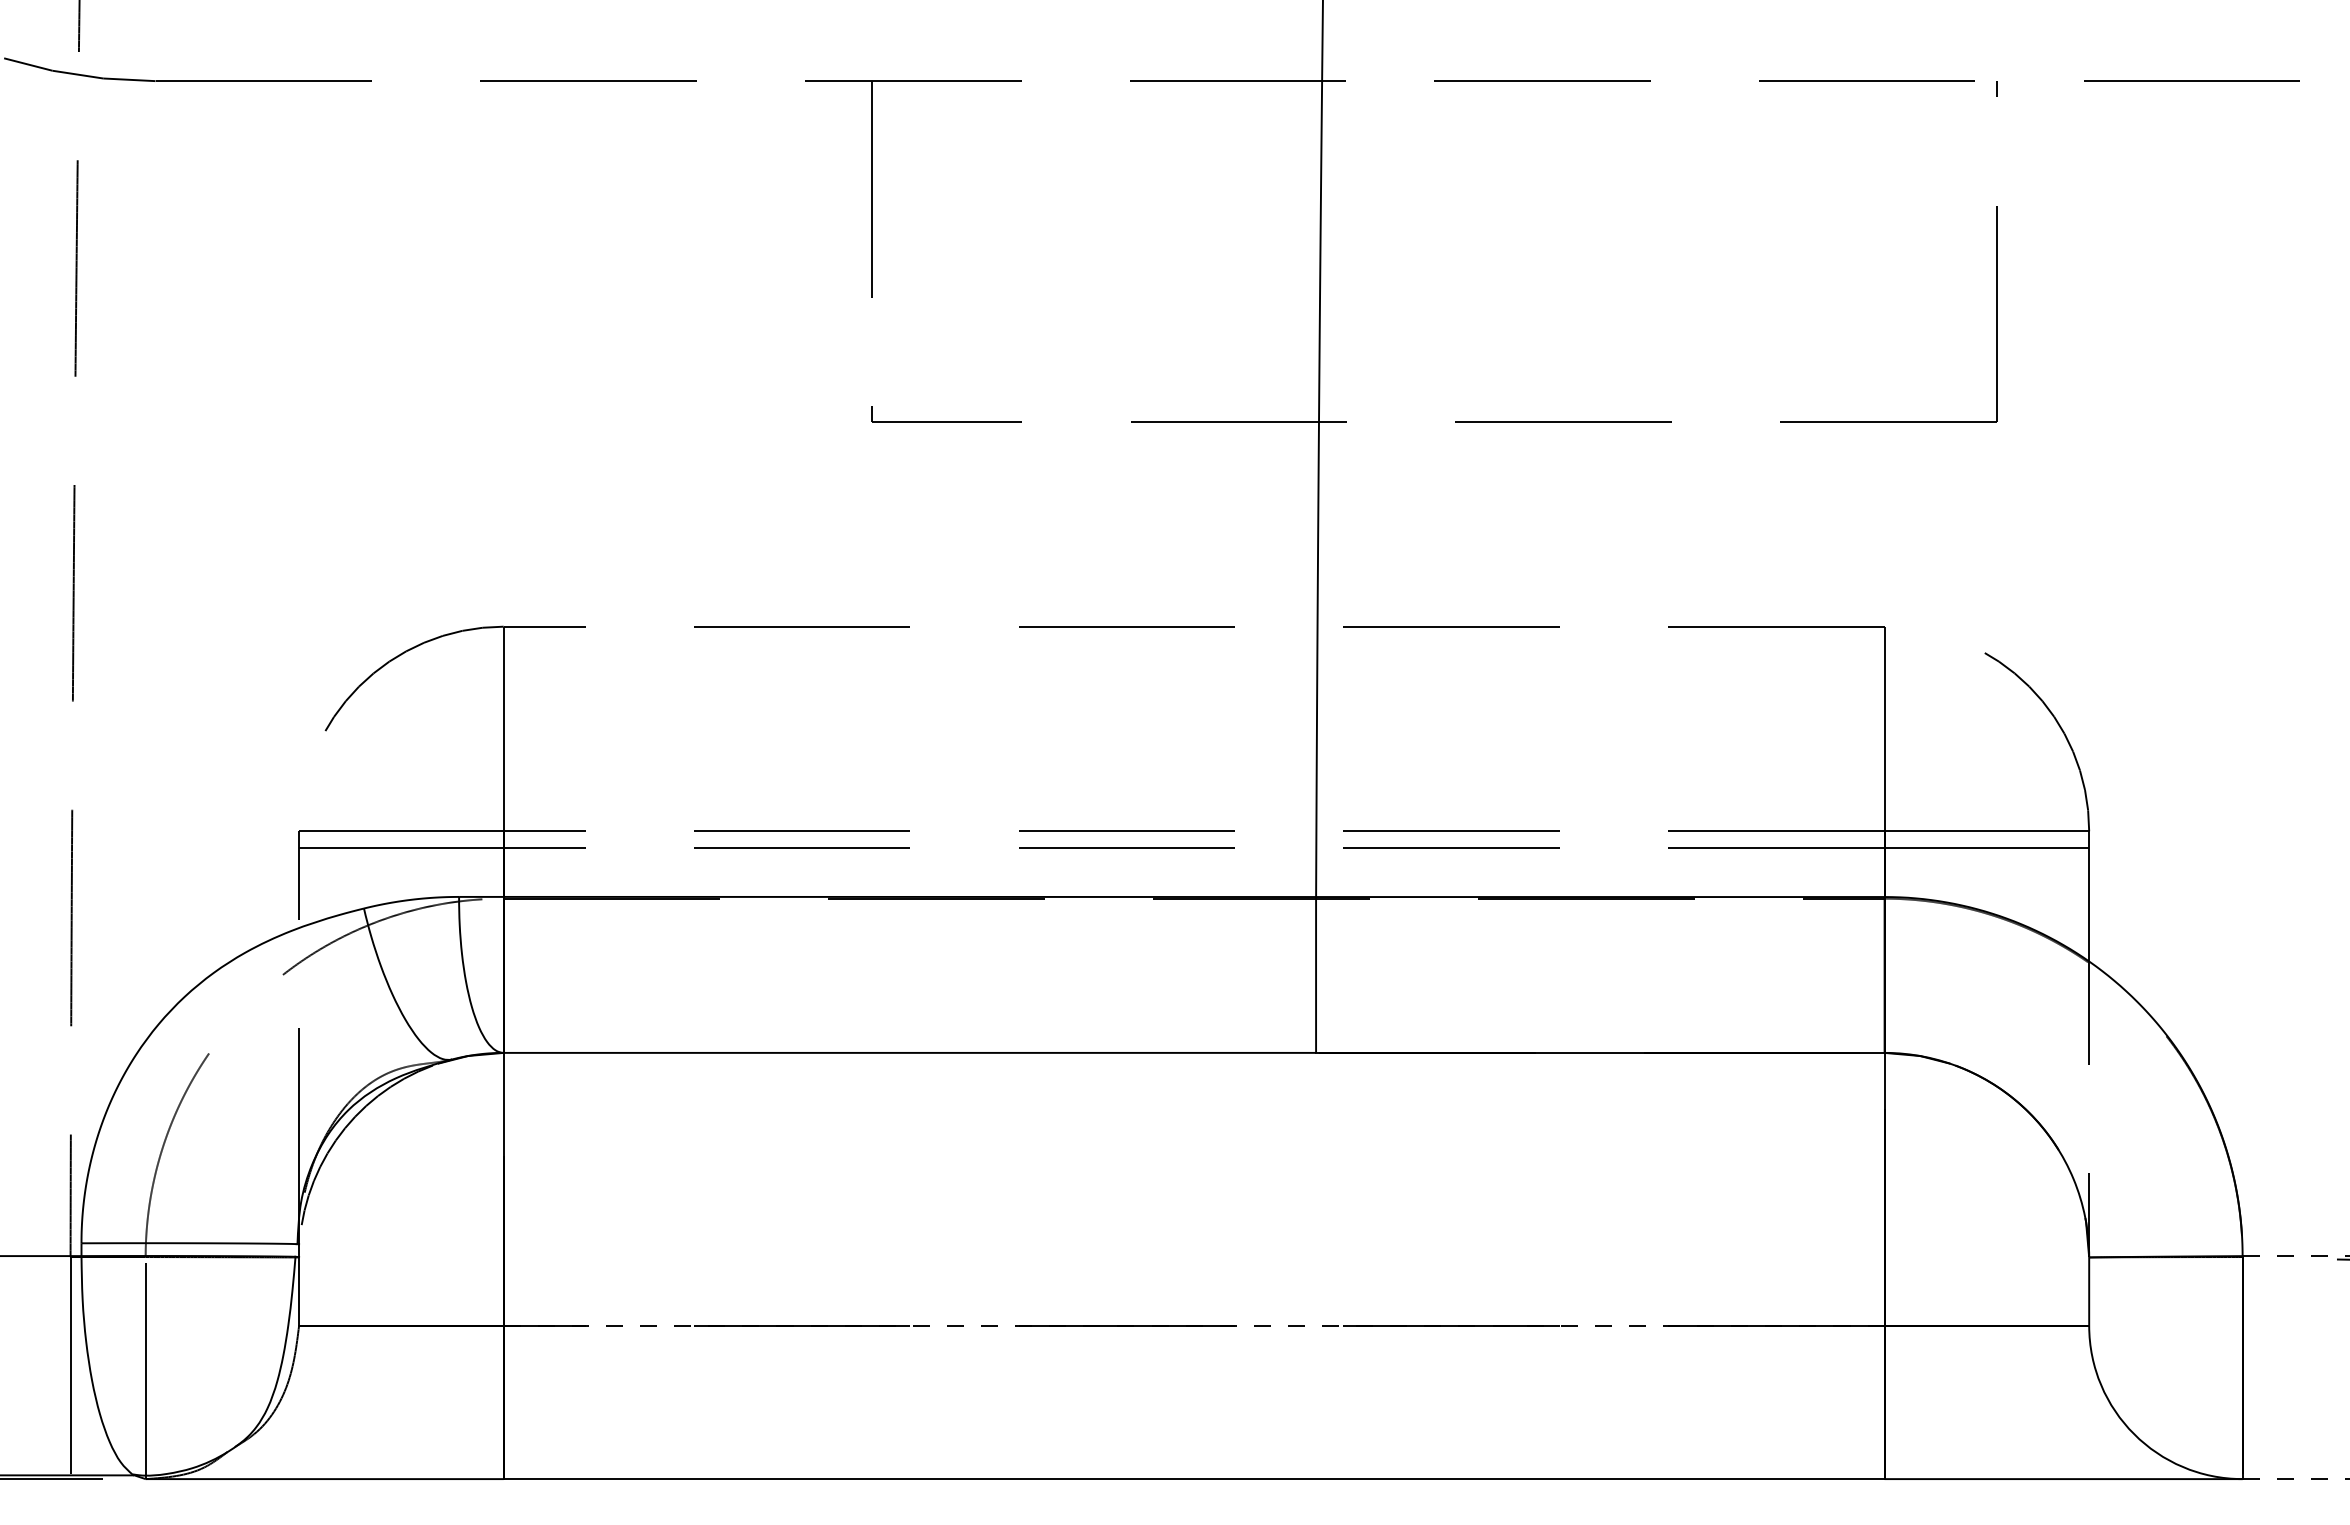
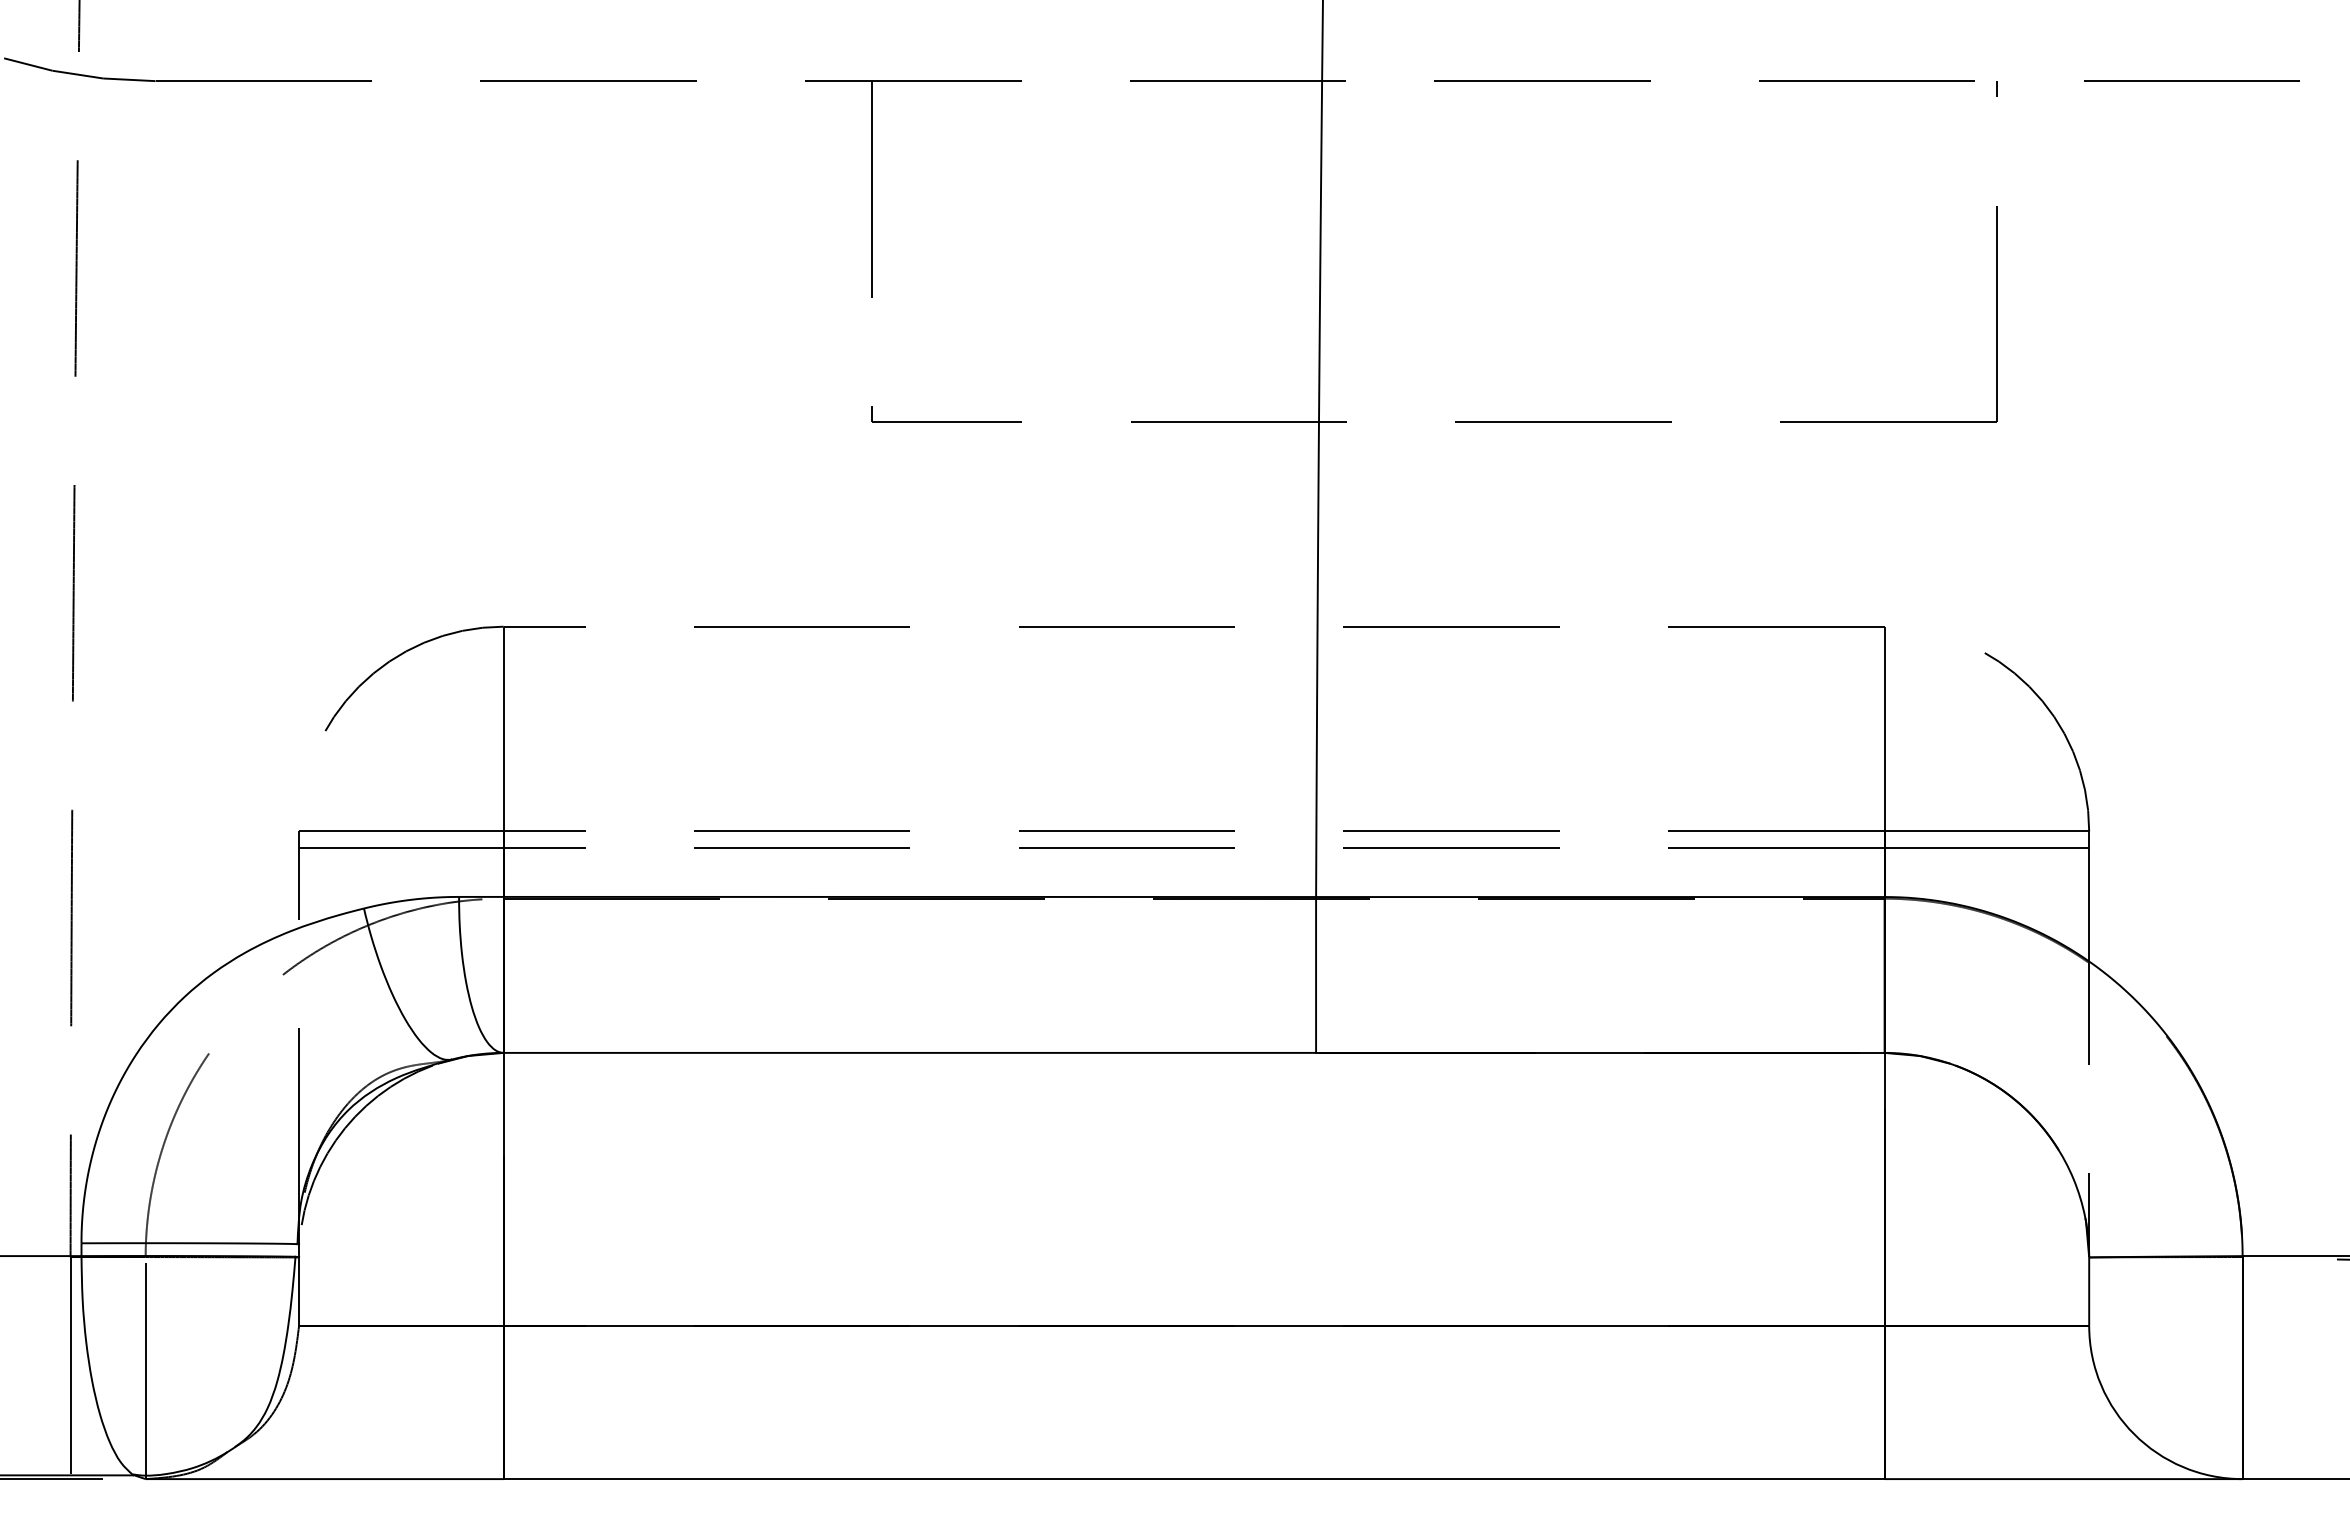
line at (2296, 1256): dashed -> solid
line at (1194, 1325): dashed -> solid
line at (2296, 1479): dashed -> solid
